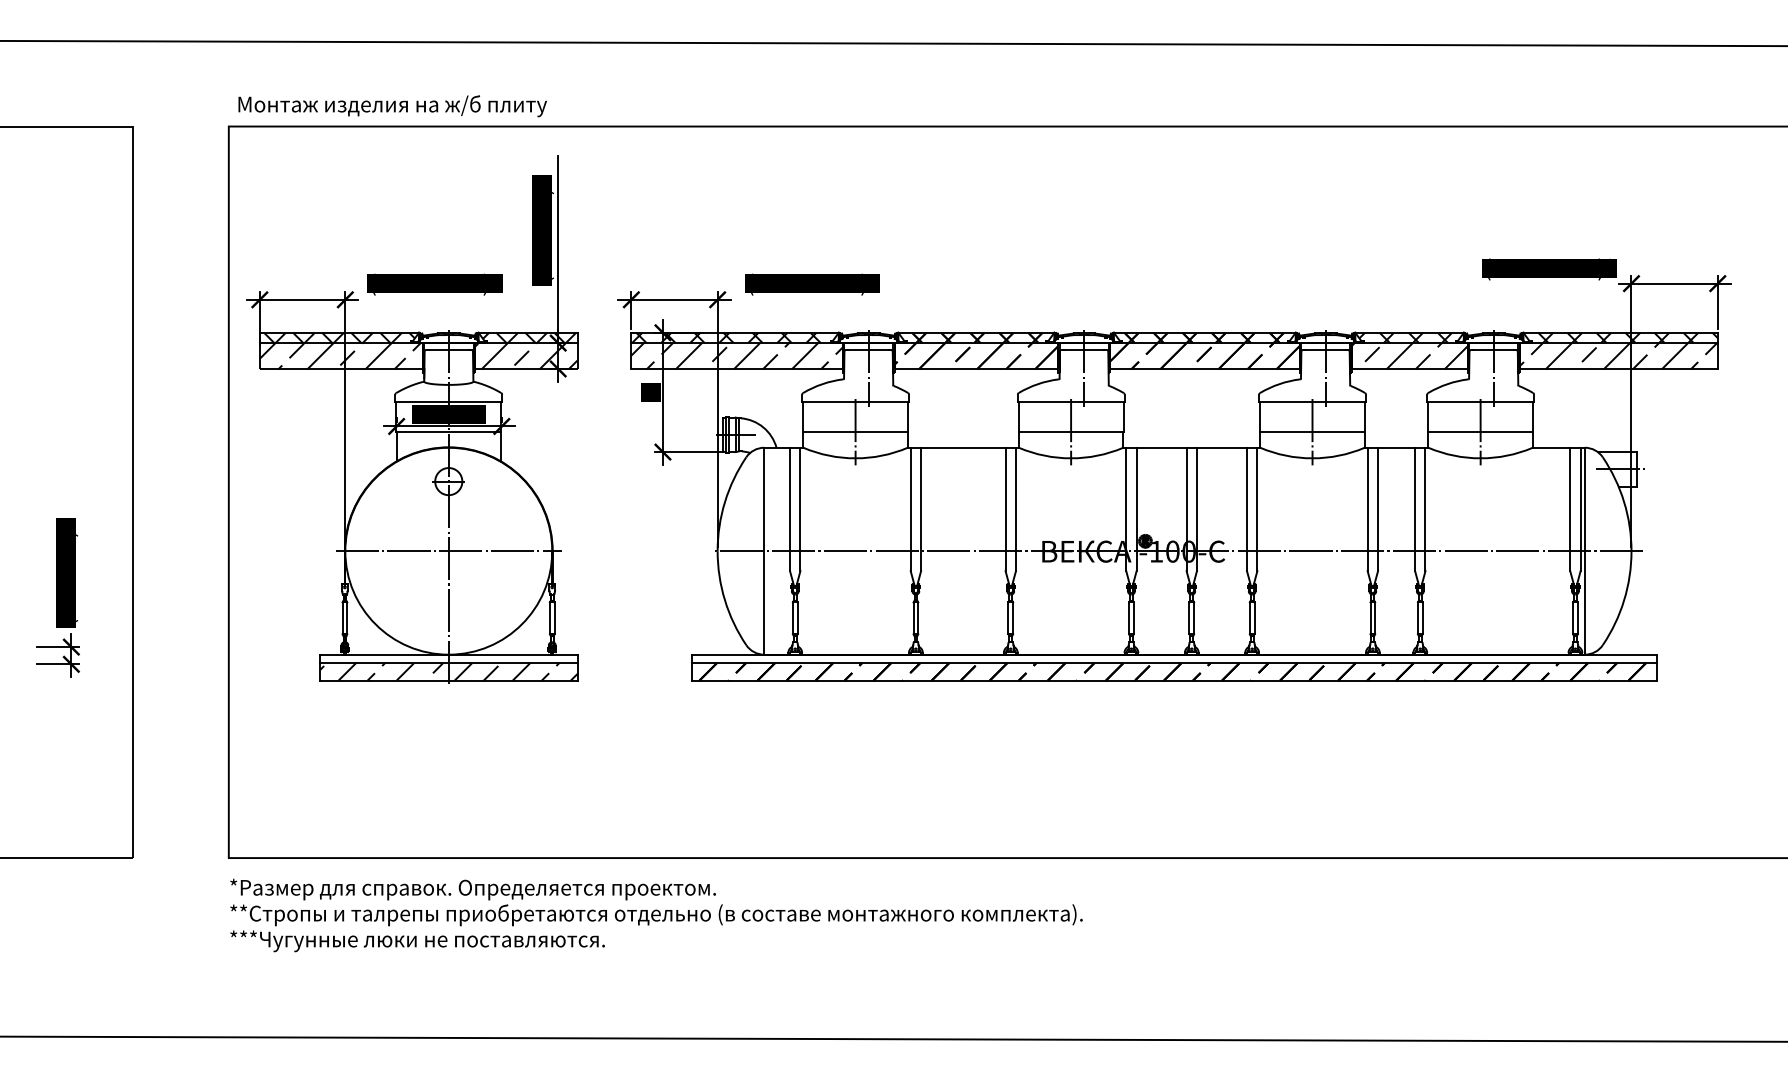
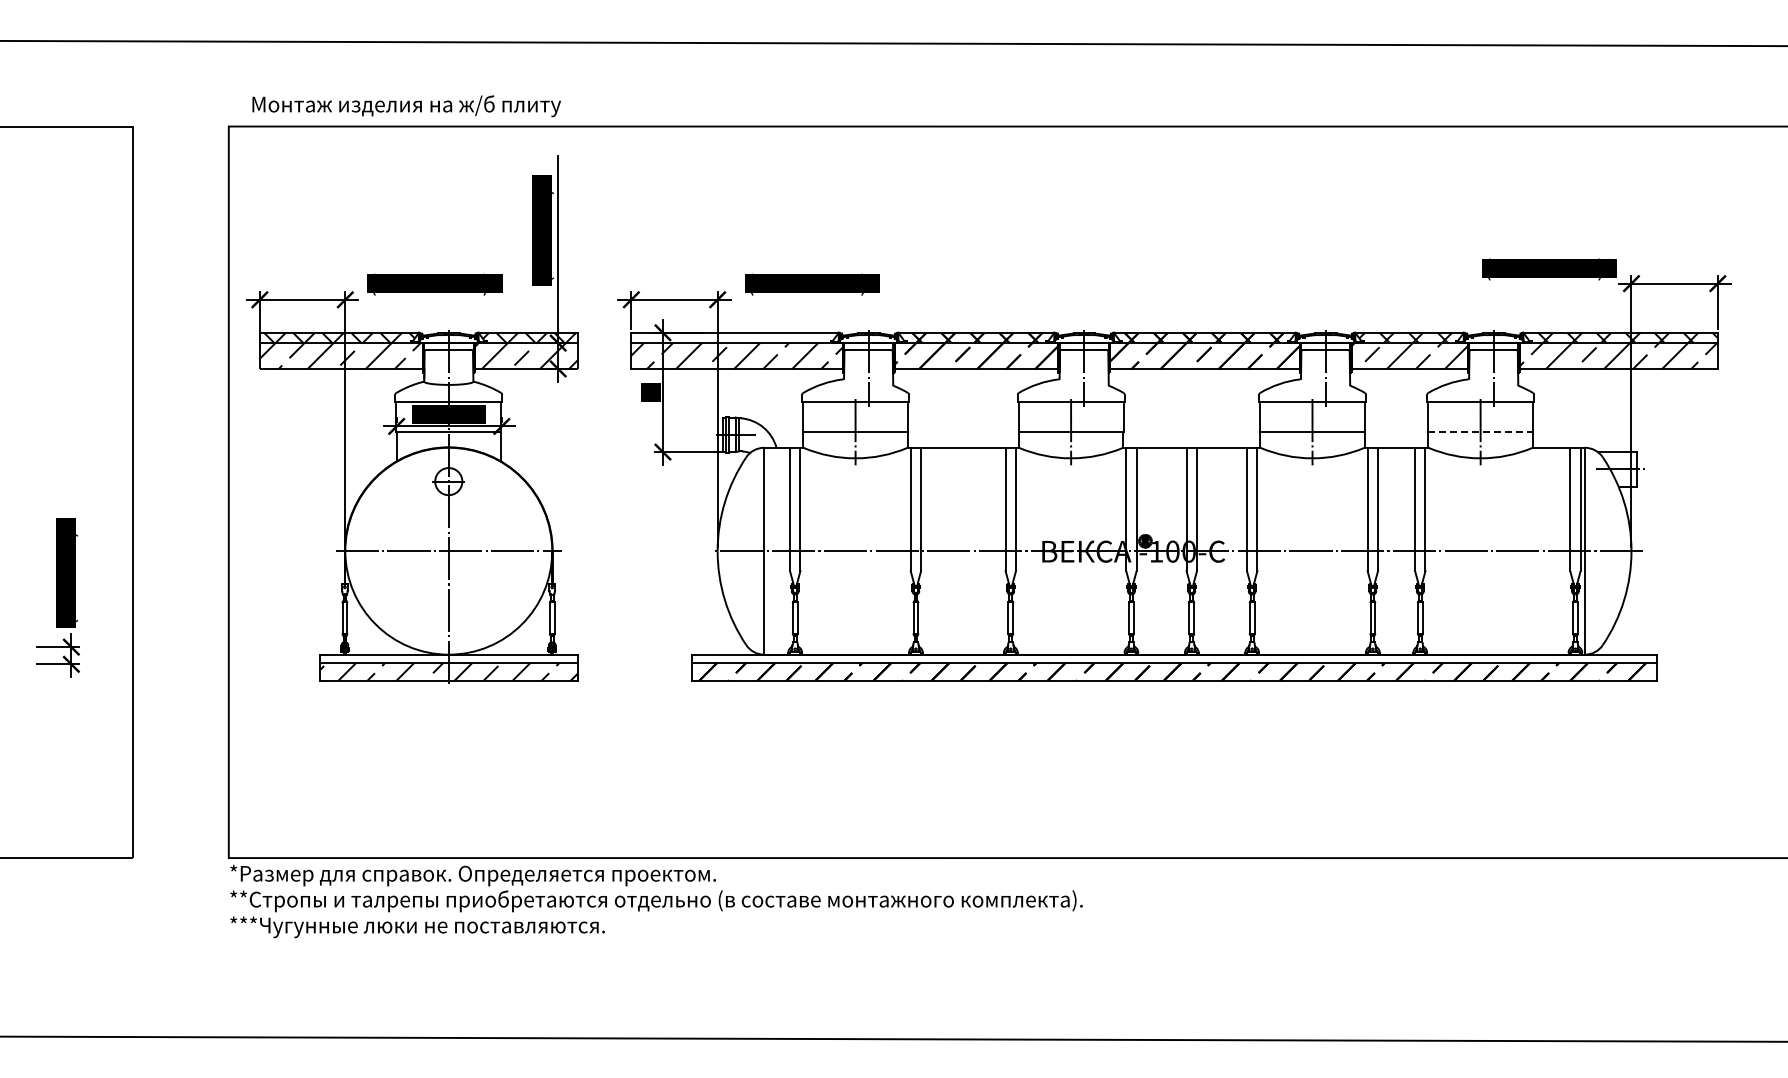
text at (392, 106) position: (392, 106) -> (406, 106)
hatch at (726, 337): present -> none
line at (1480, 431): solid -> dashed
text at (656, 915) position: (656, 915) -> (656, 901)
